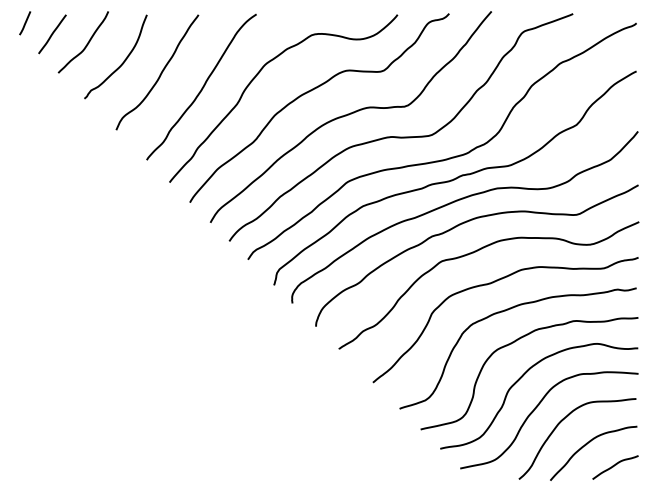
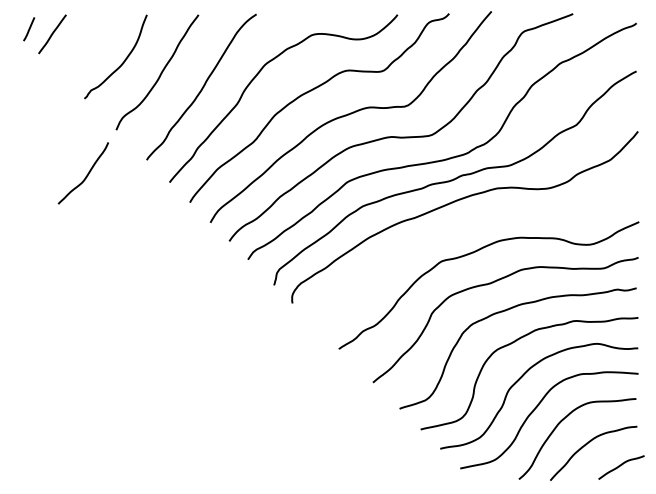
line at (25, 23) position: (25, 23) -> (29, 29)
curve at (85, 45) position: (85, 45) -> (85, 176)
curve at (465, 223): present -> none
curve at (614, 466) position: (614, 466) -> (620, 466)
